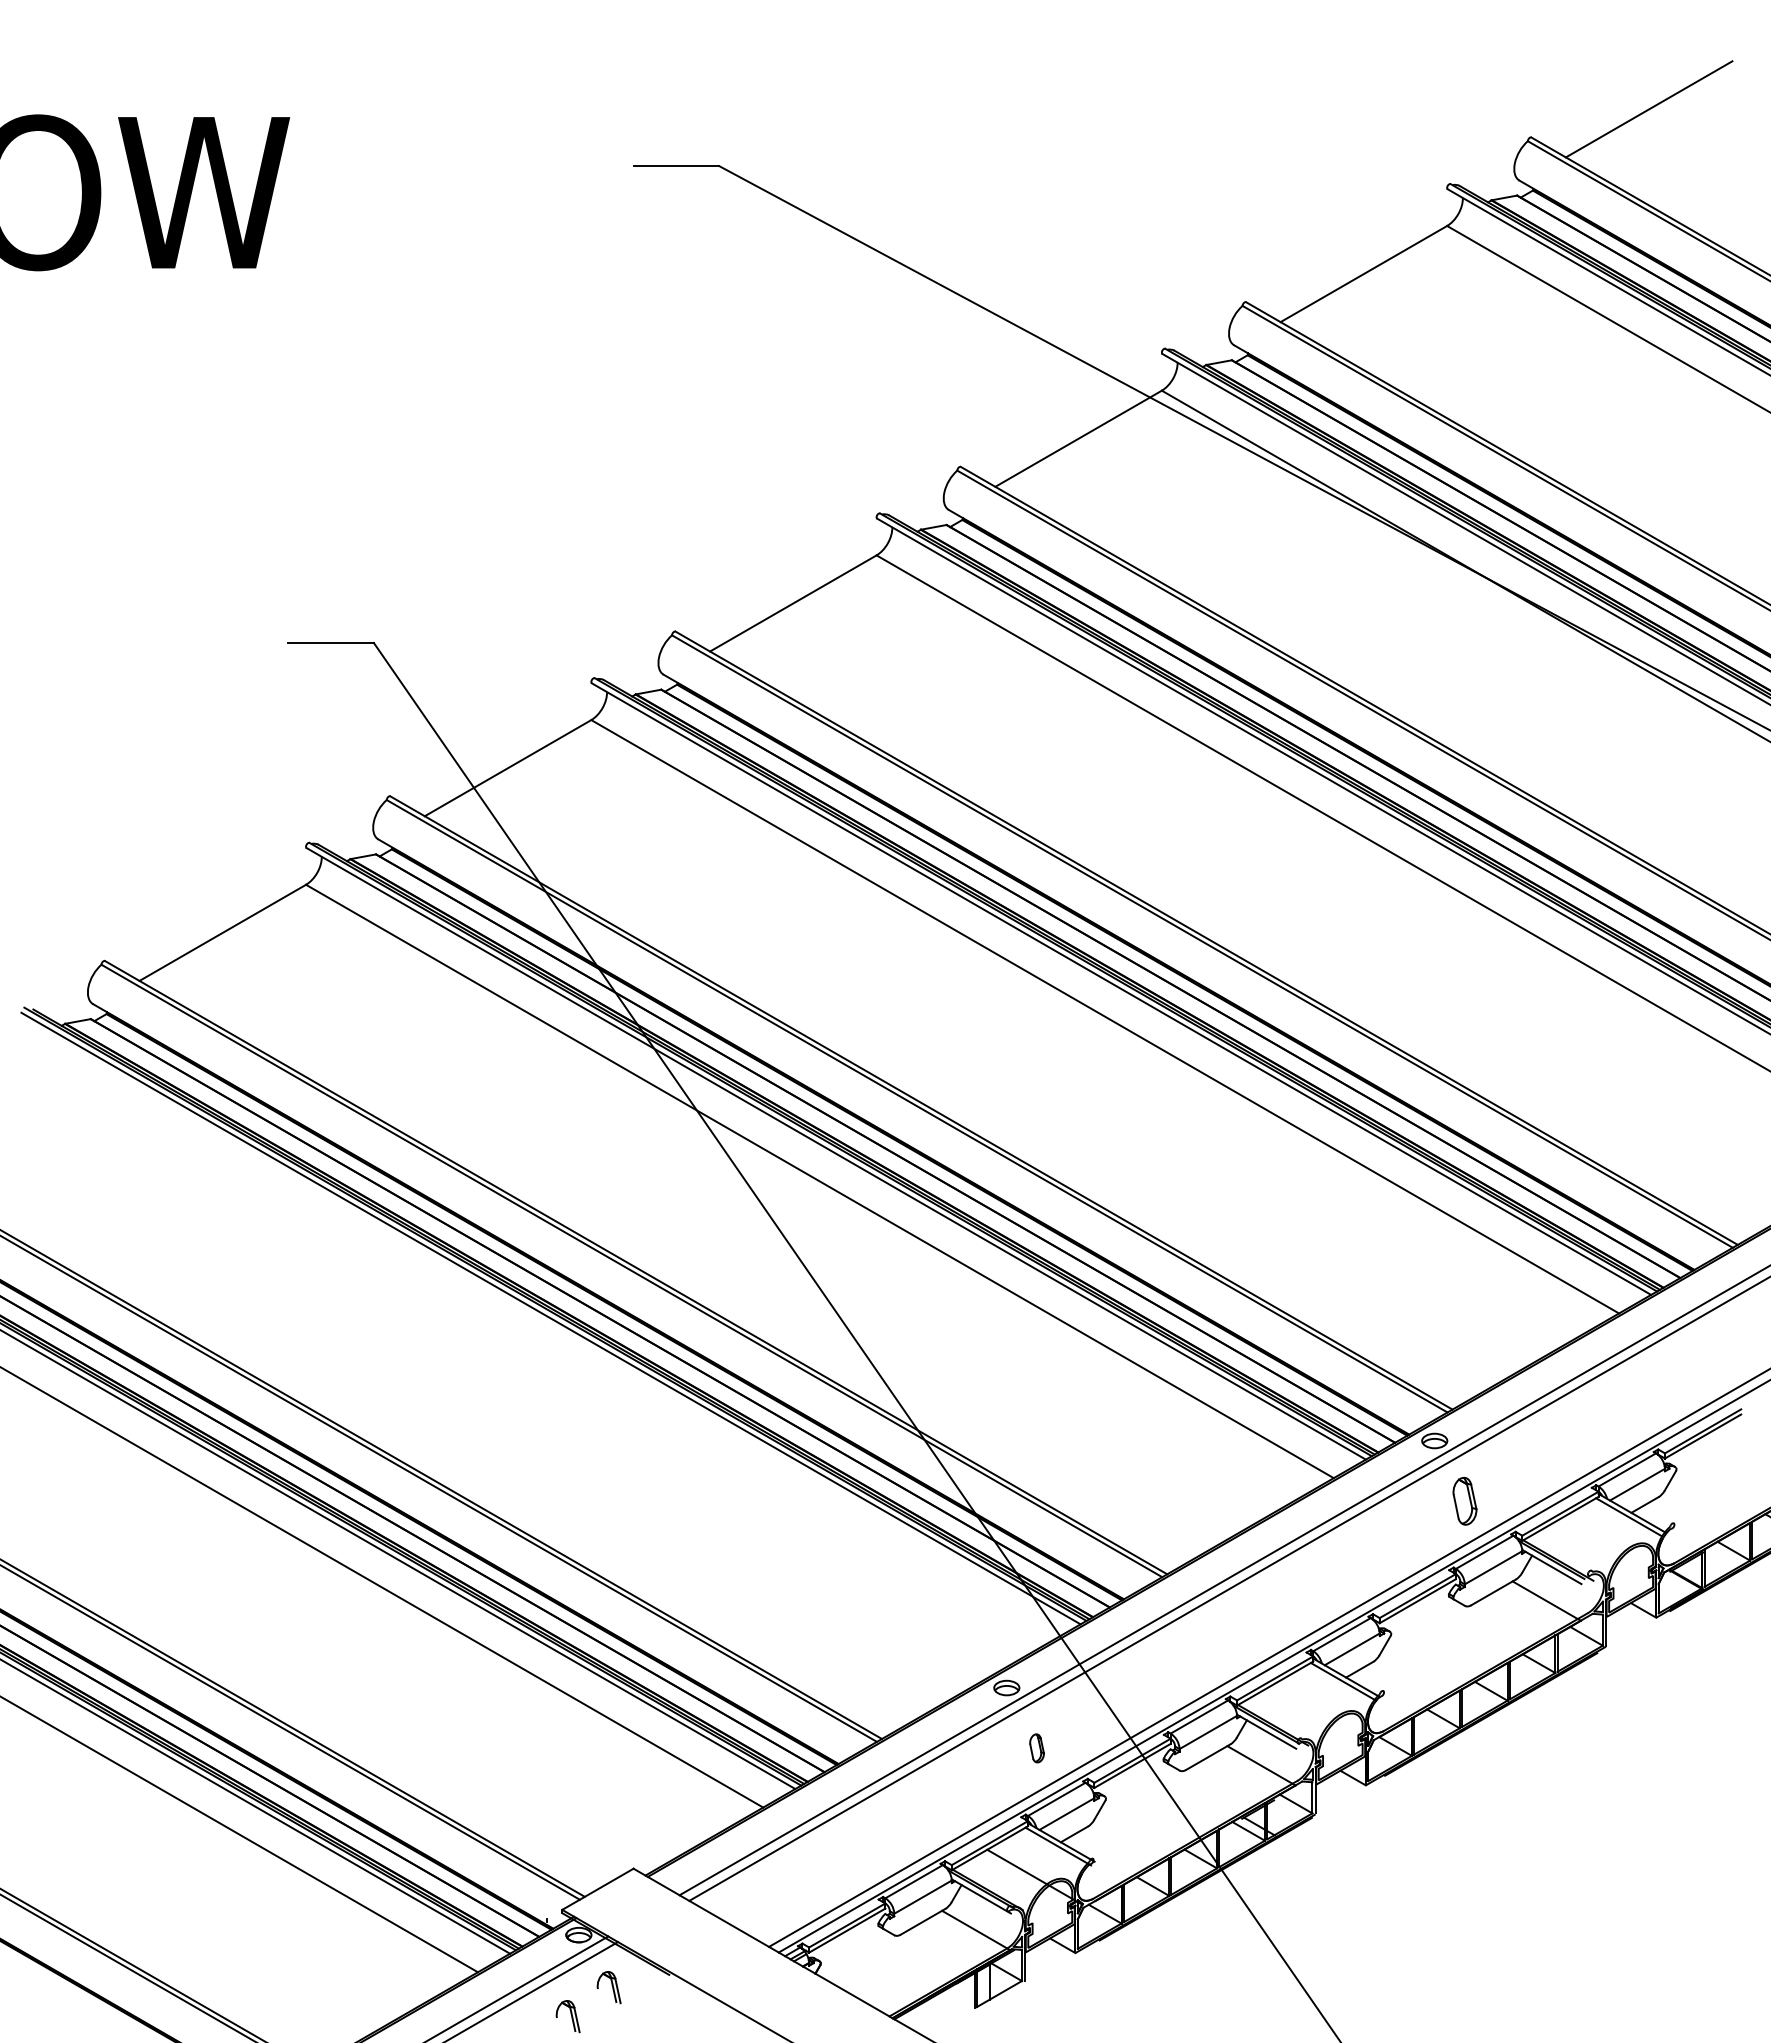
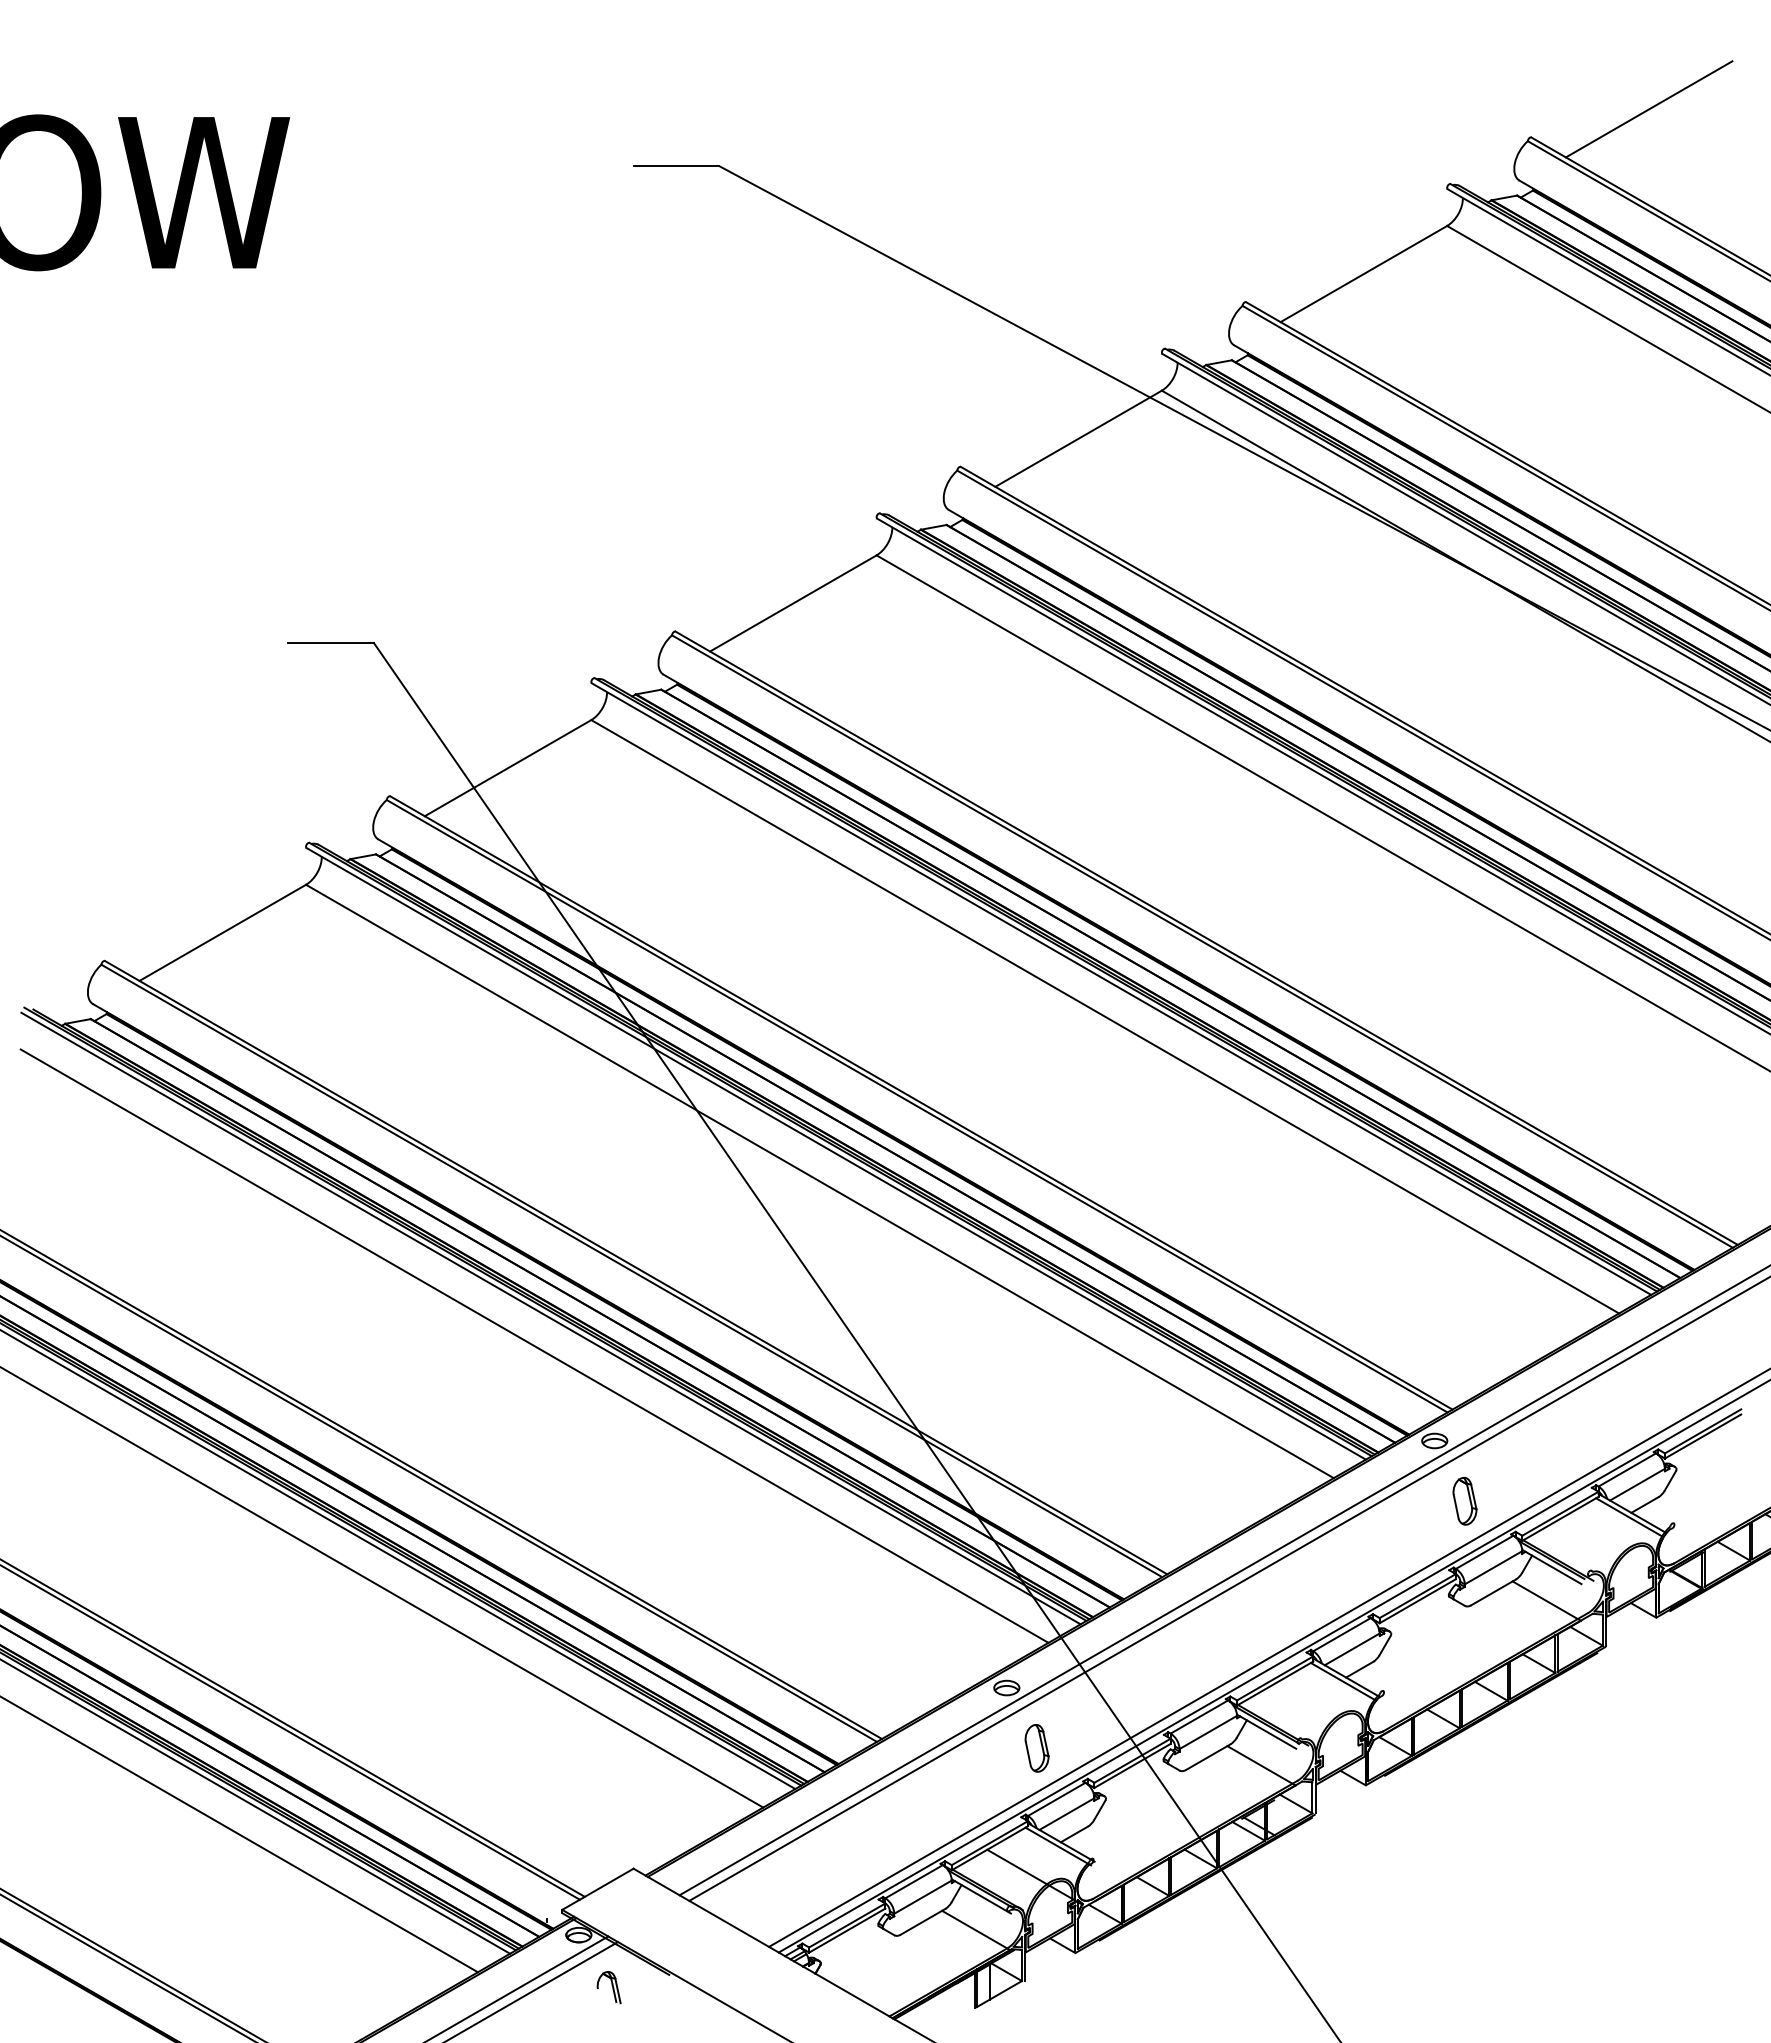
line at (534, 1345): none -> present
part at (1036, 1748) size: 16x31 px -> 26x49 px
part at (567, 2016): present -> none
